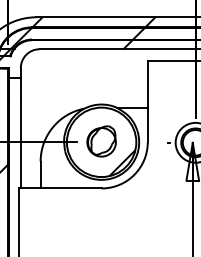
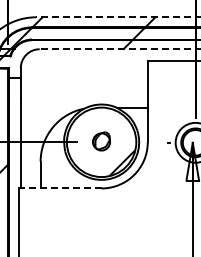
line at (118, 17): solid -> dashed
line at (119, 49): solid -> dashed
part at (101, 141) size: 31x33 px -> 19x21 px
line at (59, 188): solid -> dashed
